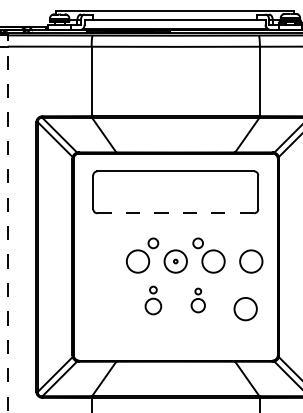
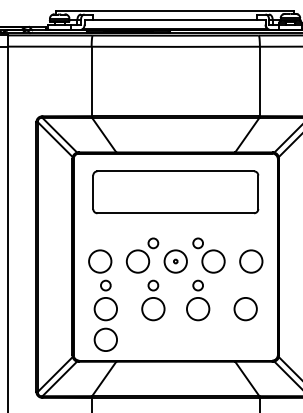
line at (176, 213): dashed -> solid
line at (7, 224): dashed -> solid
part at (102, 300): none -> present
part at (153, 300) size: 19x31 px -> 25x43 px
part at (197, 300) size: 16x27 px -> 25x43 px
